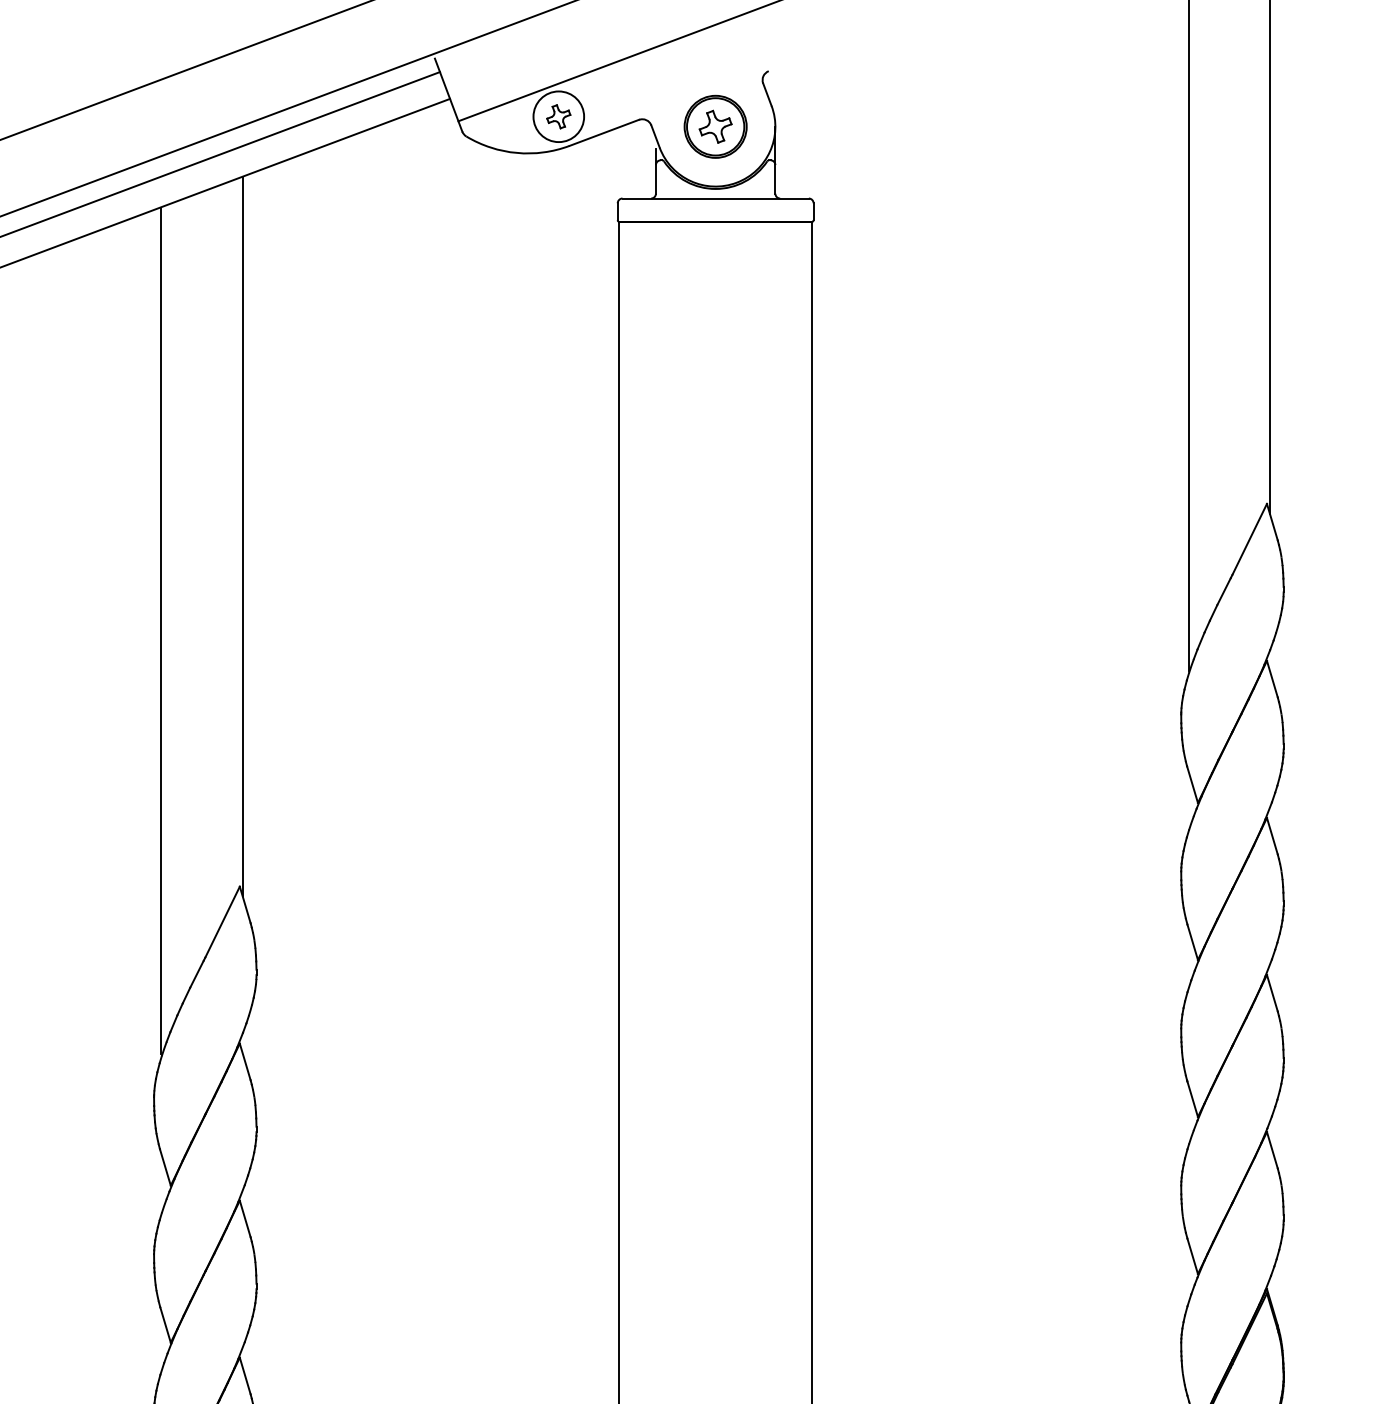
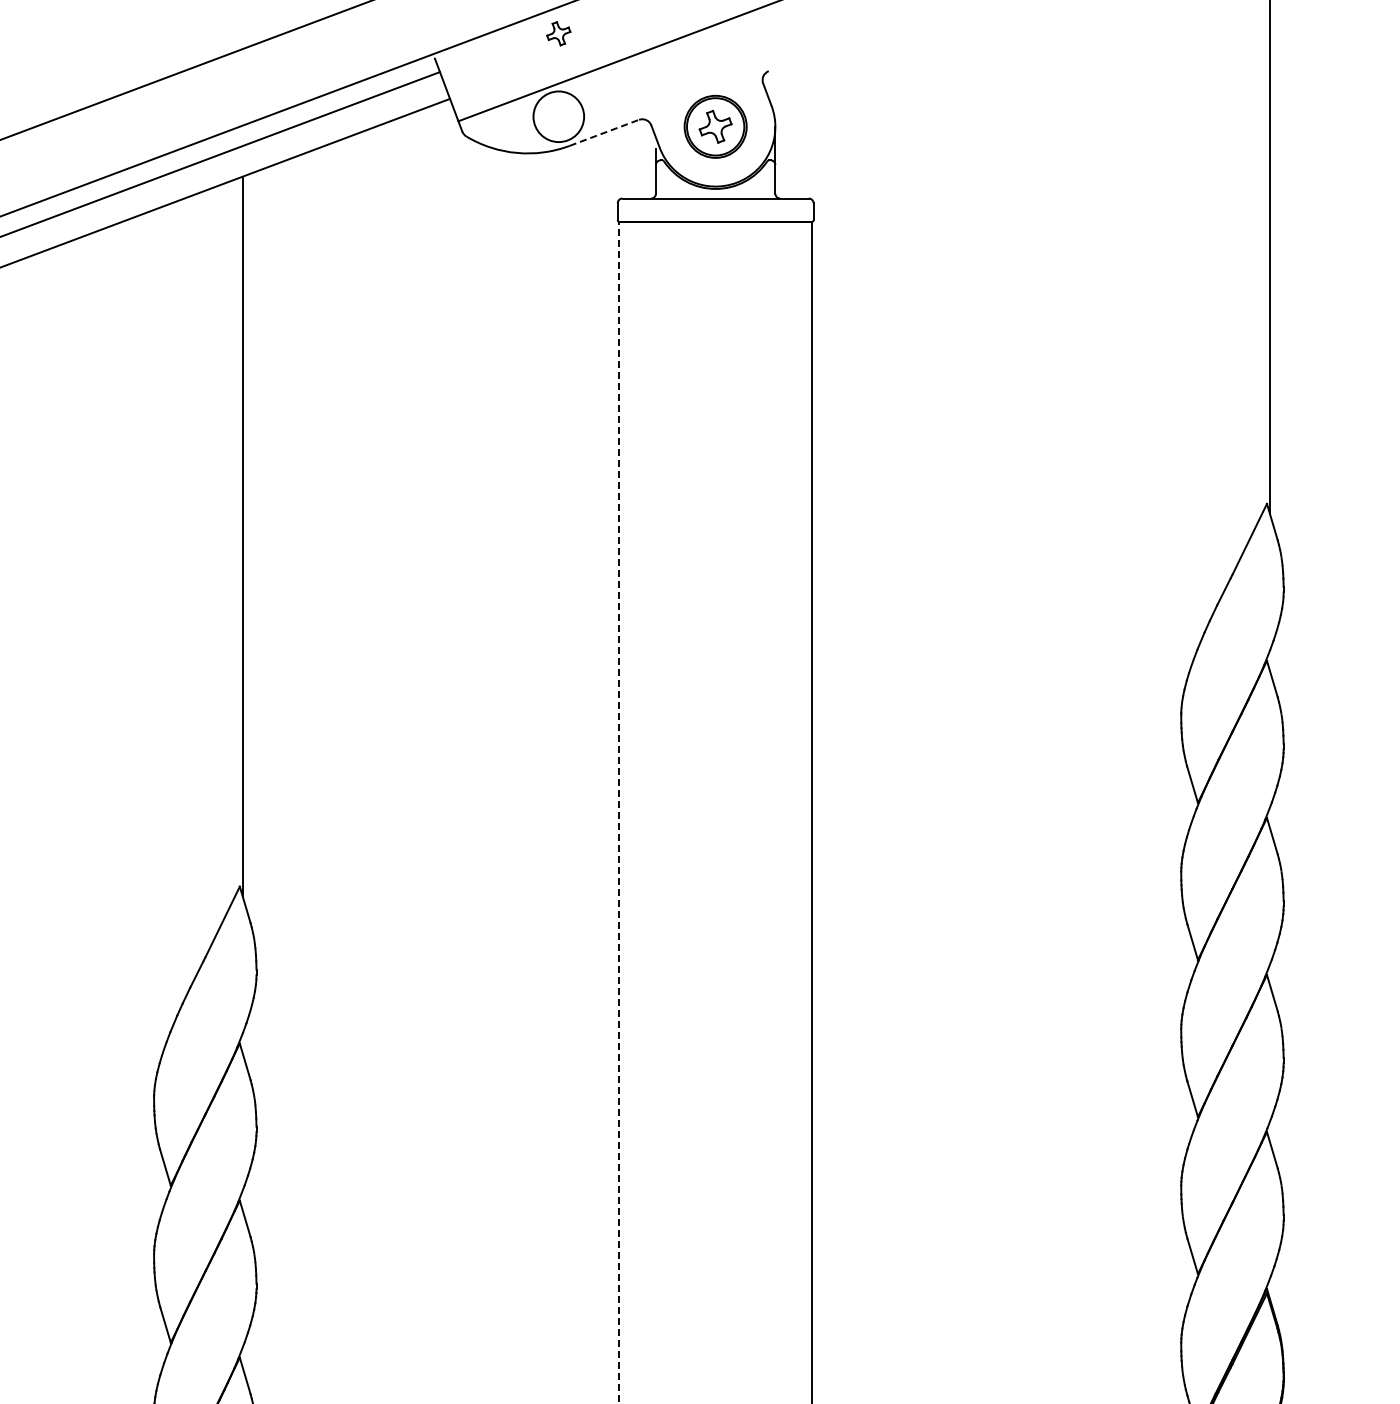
part at (558, 116) position: (558, 116) -> (558, 33)
line at (604, 132): solid -> dashed
line at (1188, 336): present -> none
line at (161, 630): present -> none
line at (618, 812): solid -> dashed
